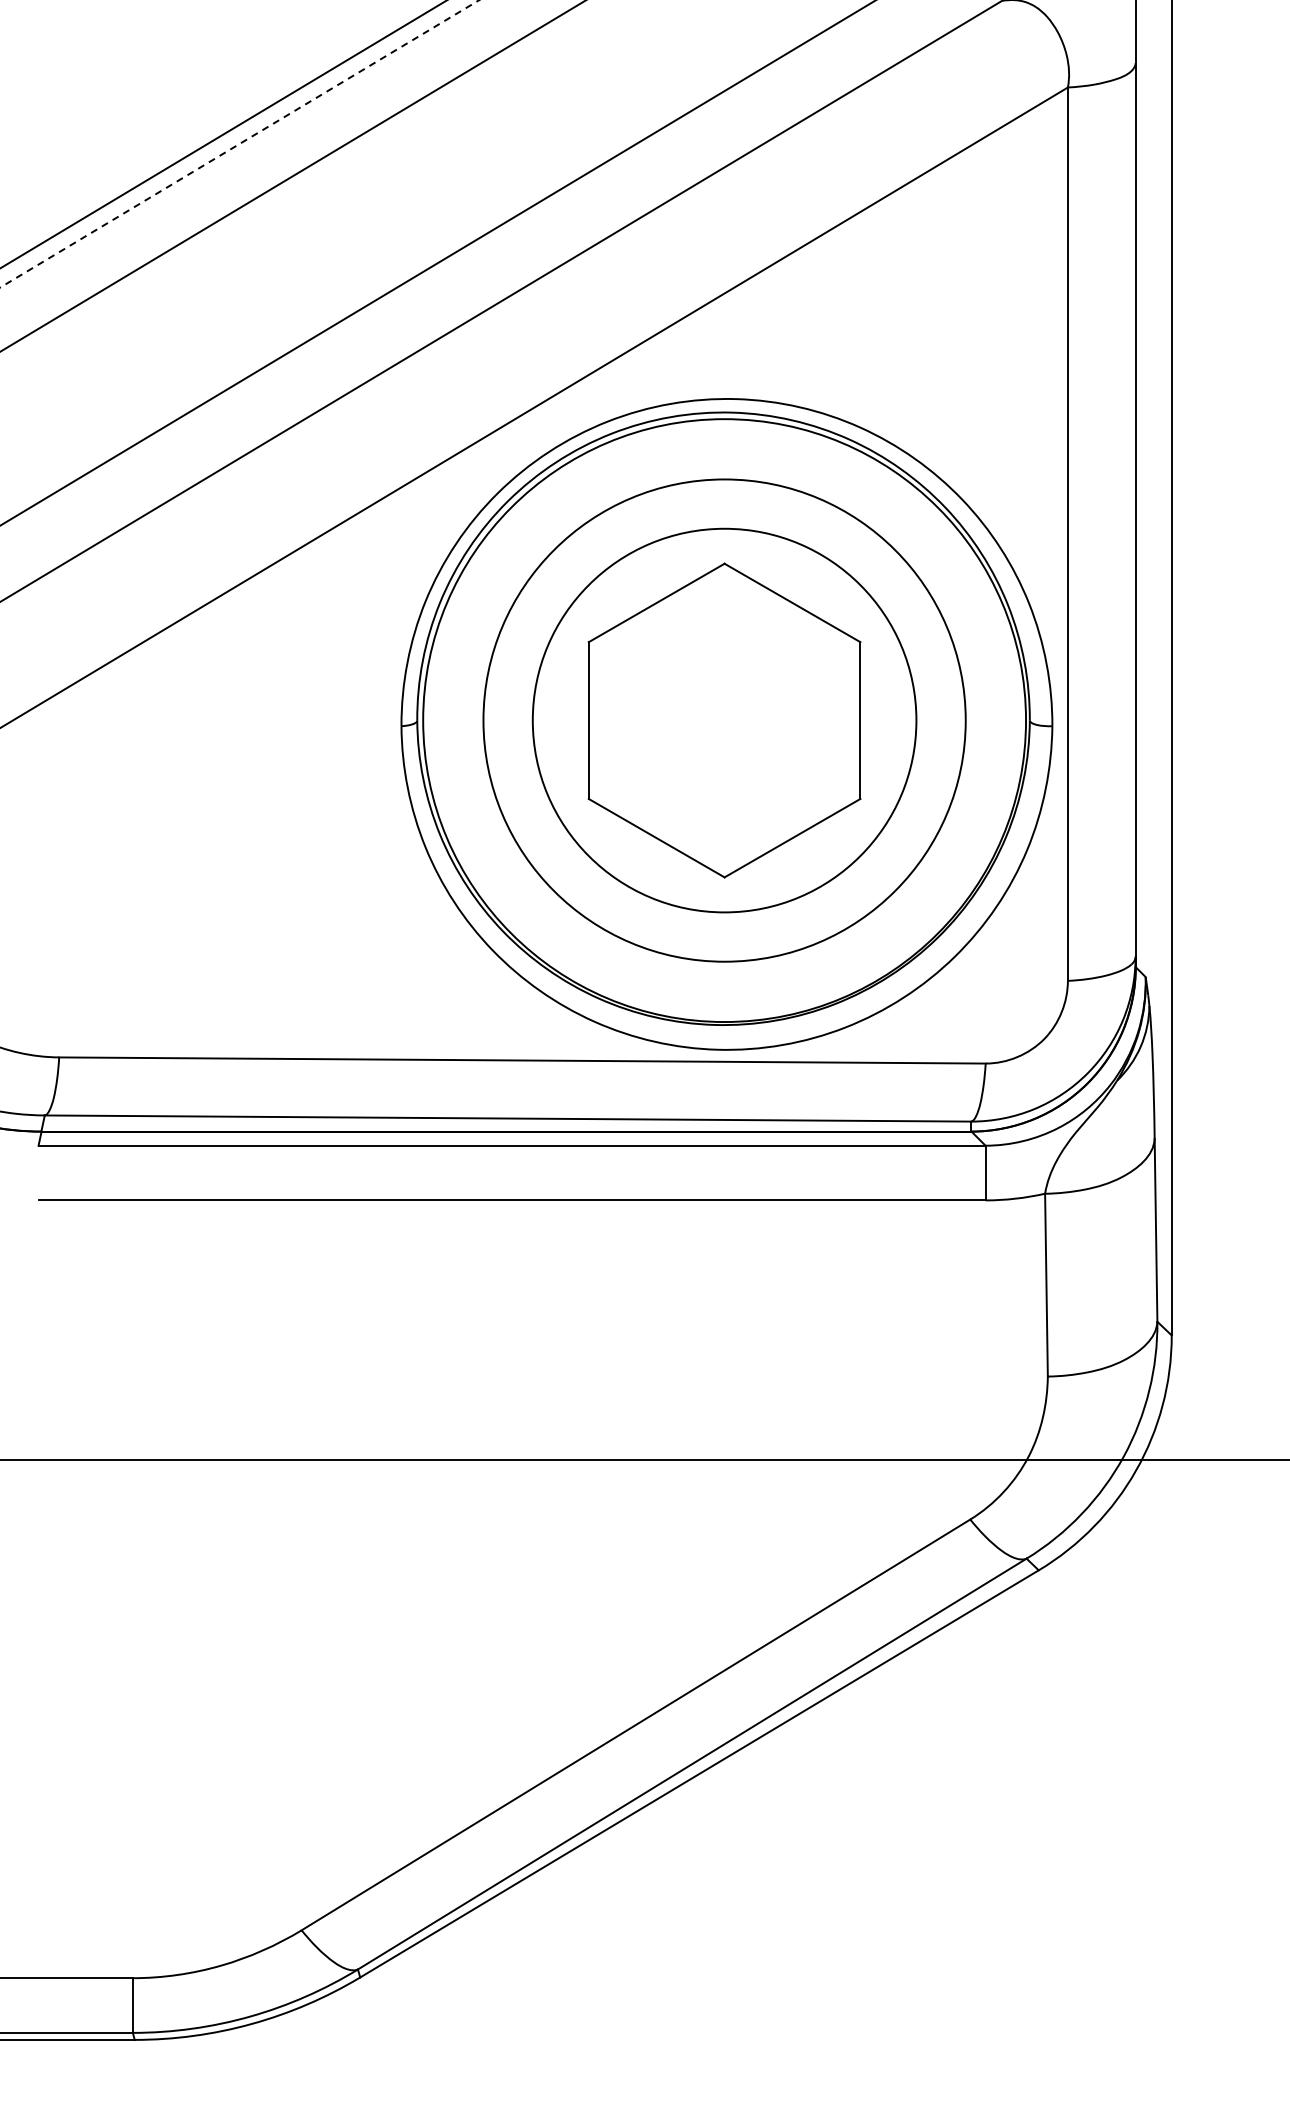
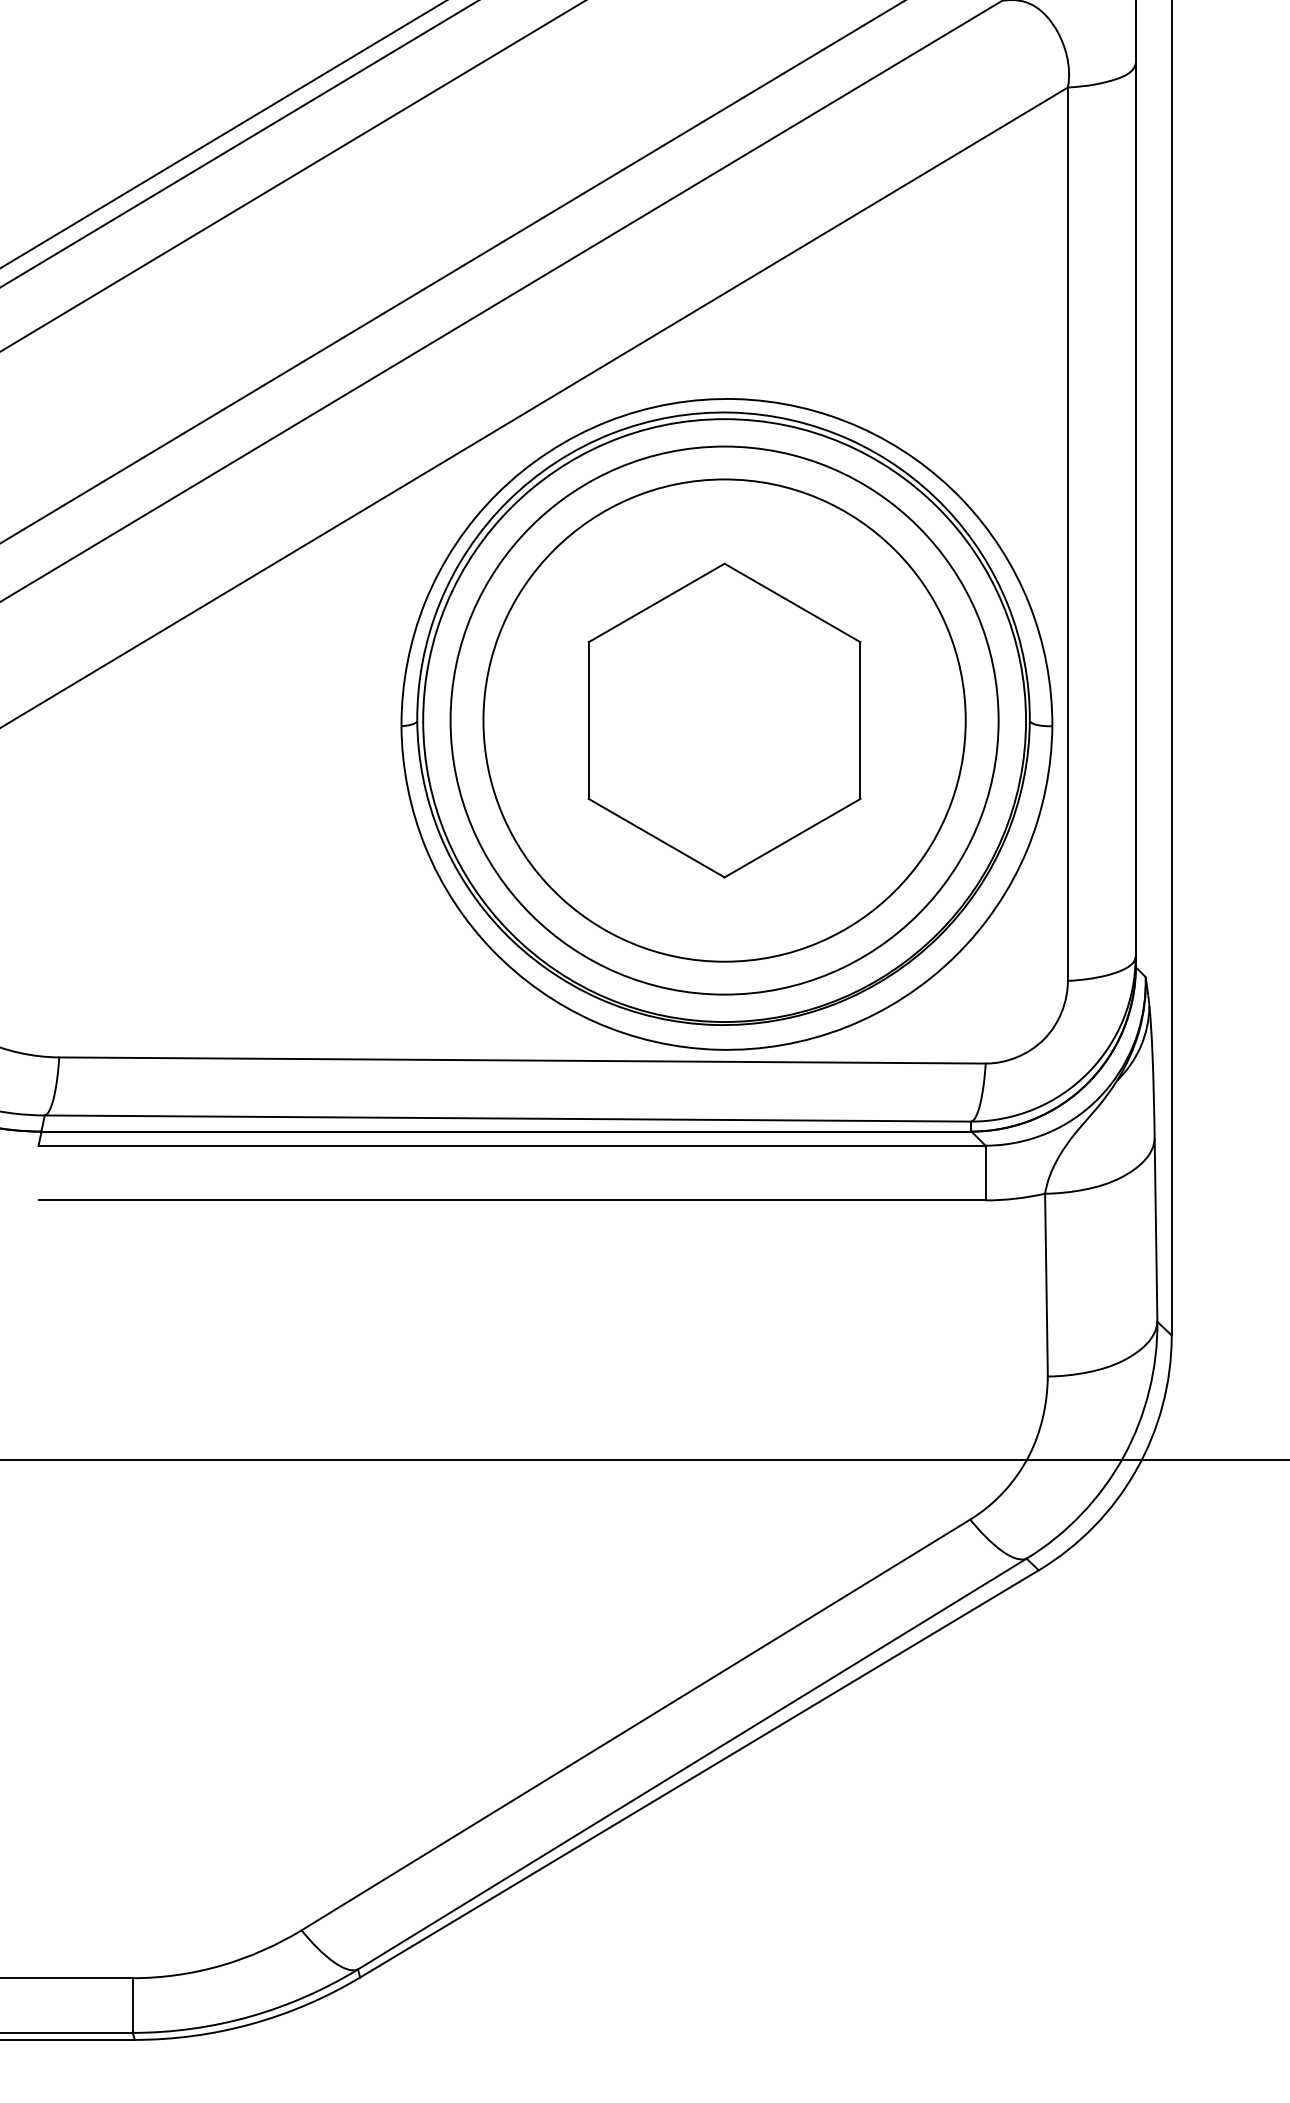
line at (239, 144): dashed -> solid
line at (437, 263) position: (437, 263) -> (452, 272)
circle at (724, 720) diameter: 384 px -> 548 px
